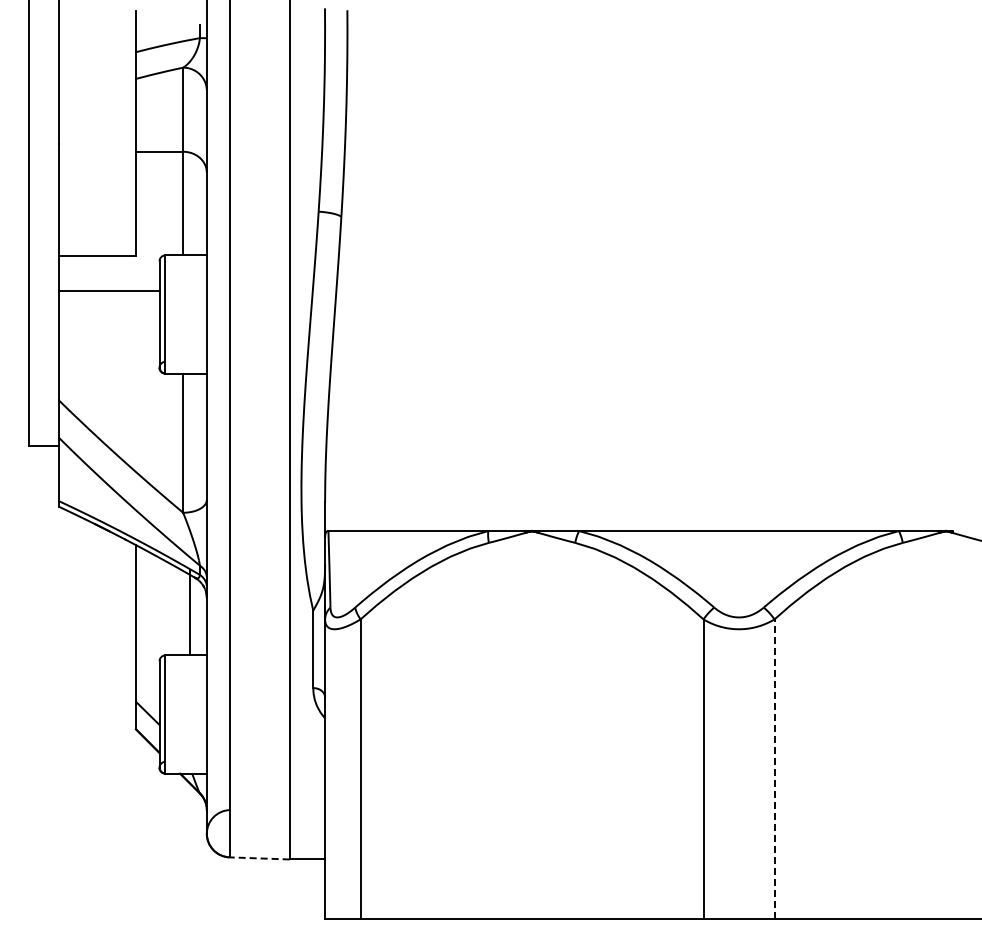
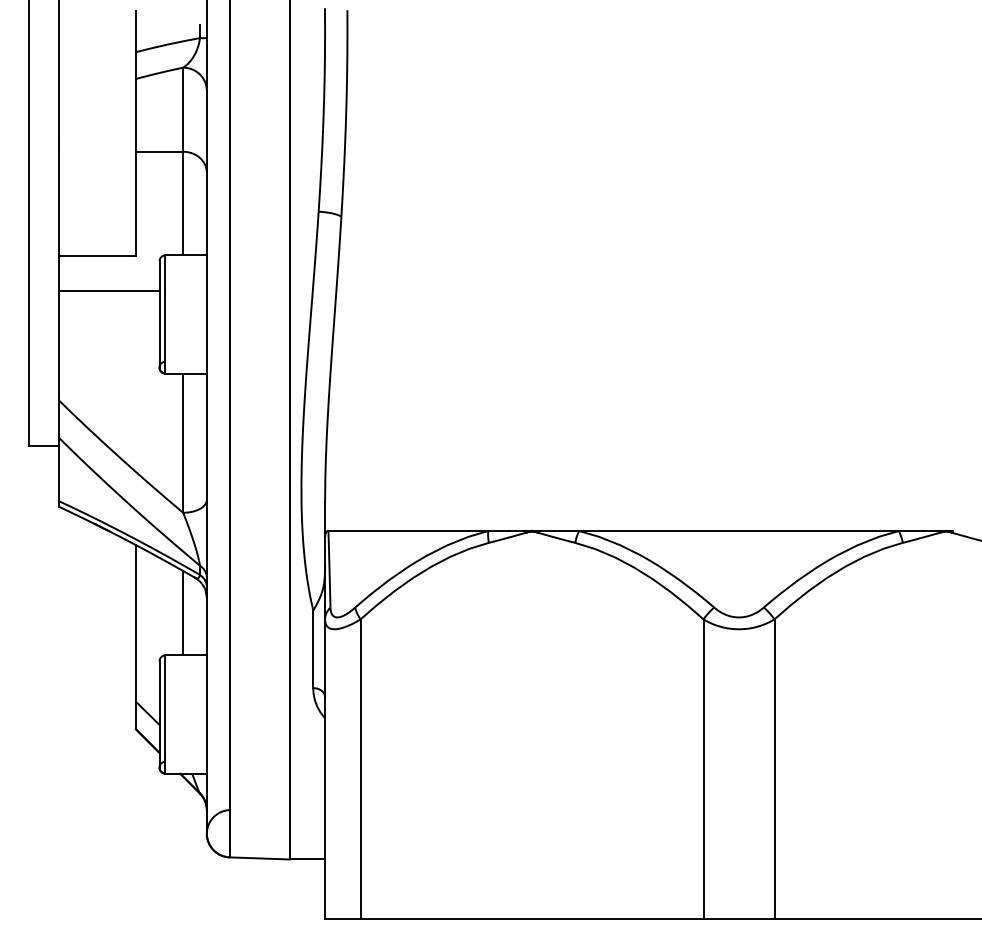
line at (190, 613) position: (190, 613) -> (183, 613)
line at (774, 769): dashed -> solid
line at (259, 858): dashed -> solid
